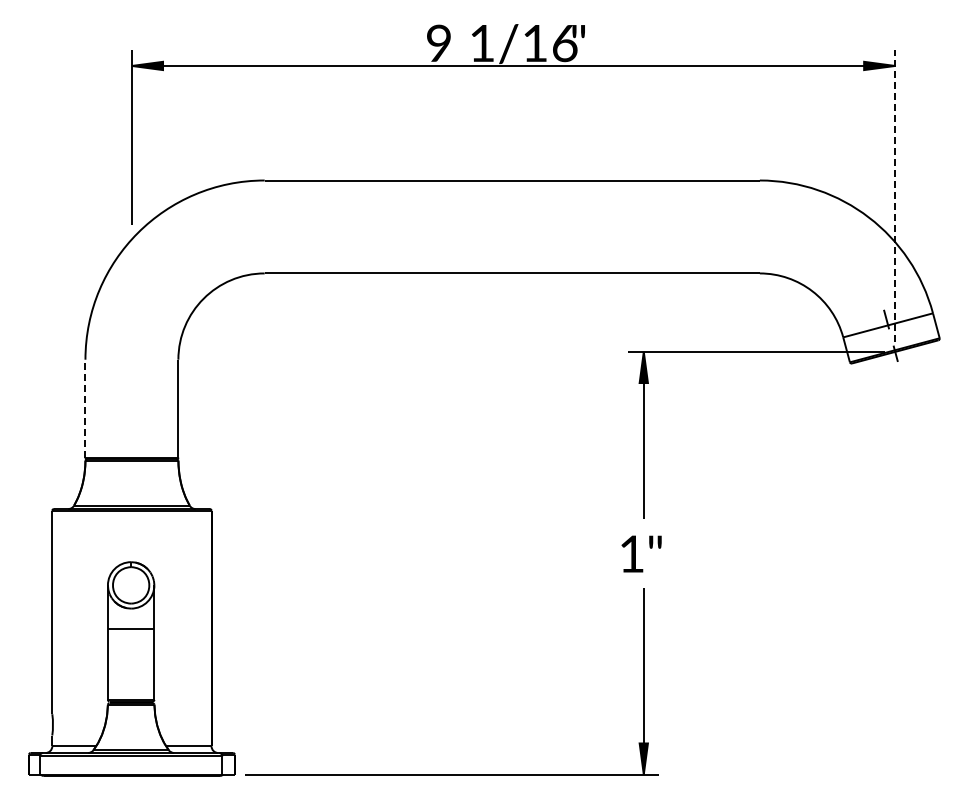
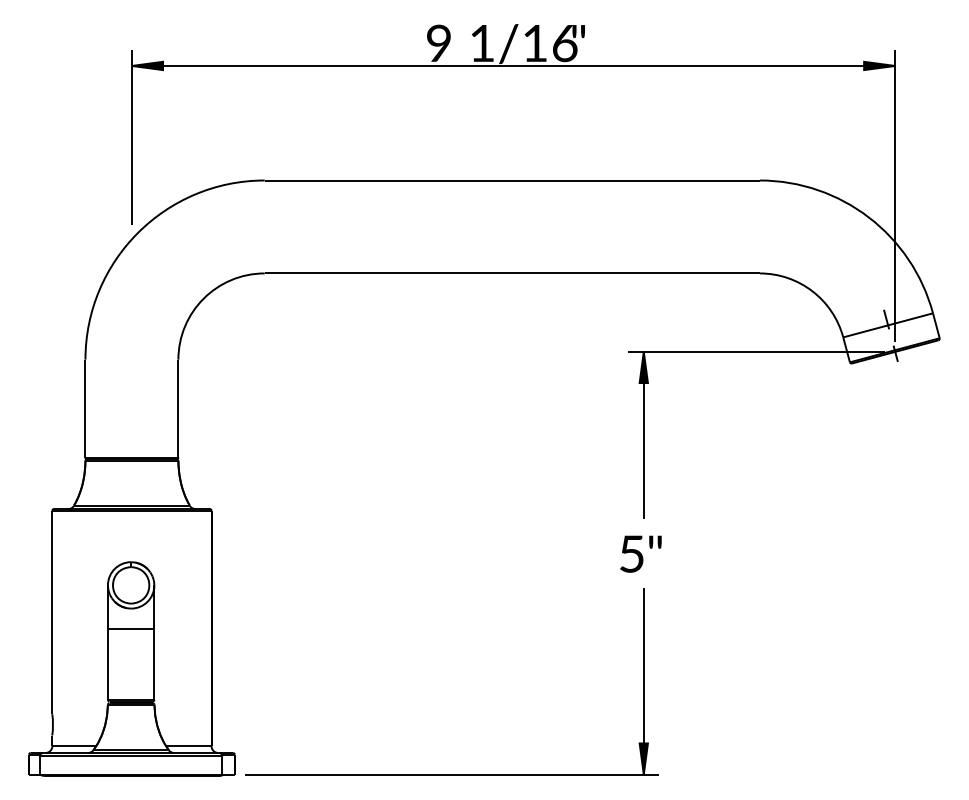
line at (895, 195): dashed -> solid
line at (85, 408): dashed -> solid
text at (631, 553): 1 -> 5
